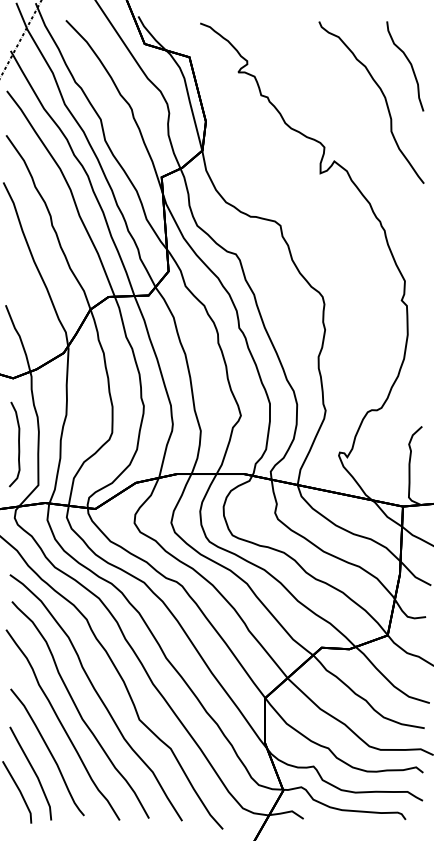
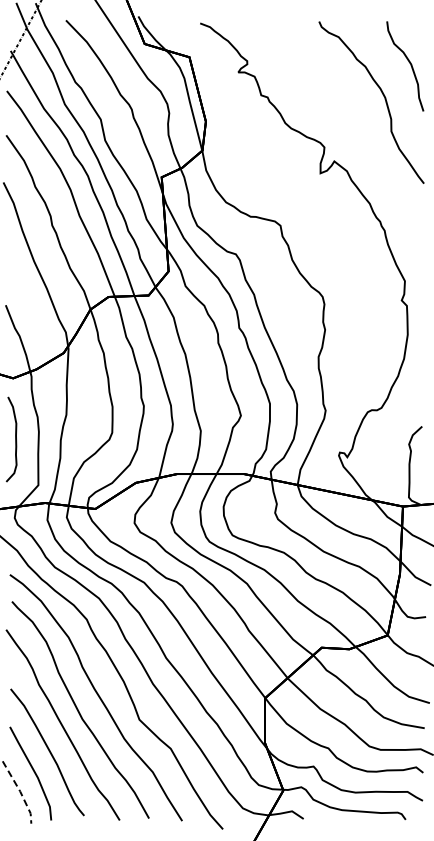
curve at (18, 444) position: (18, 444) -> (15, 439)
line at (20, 792): solid -> dashed
